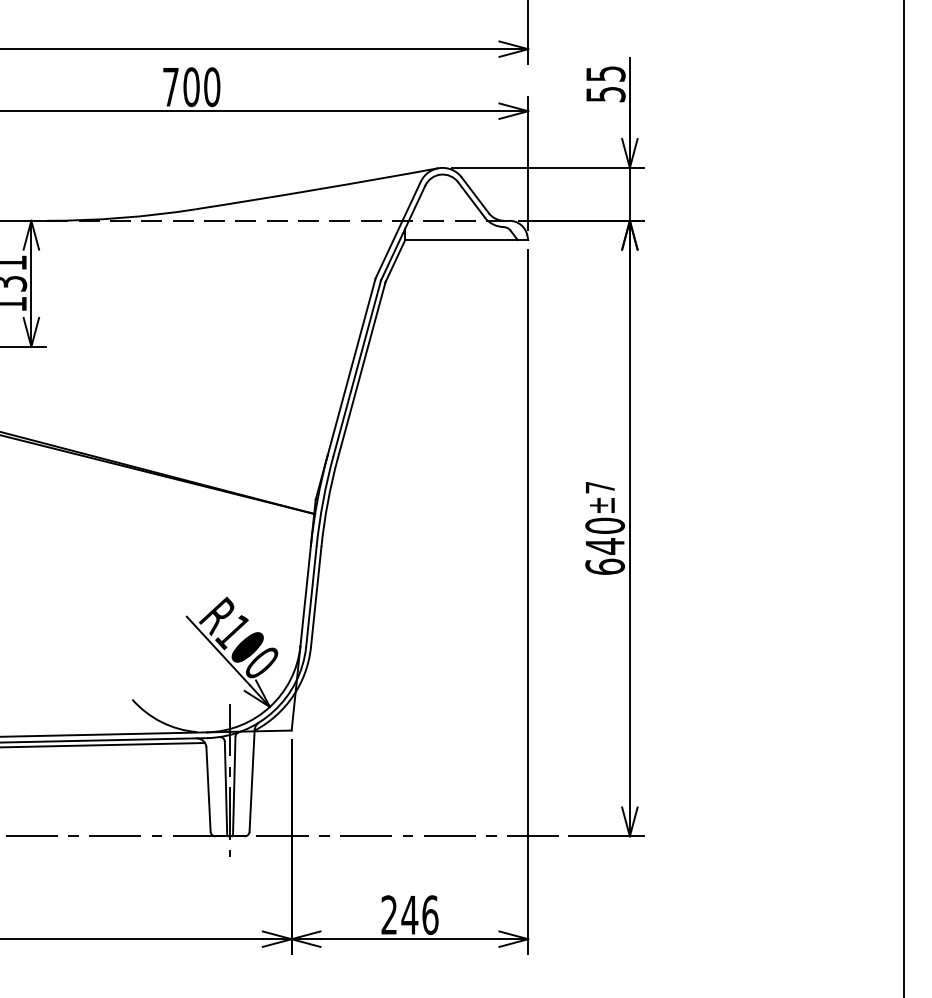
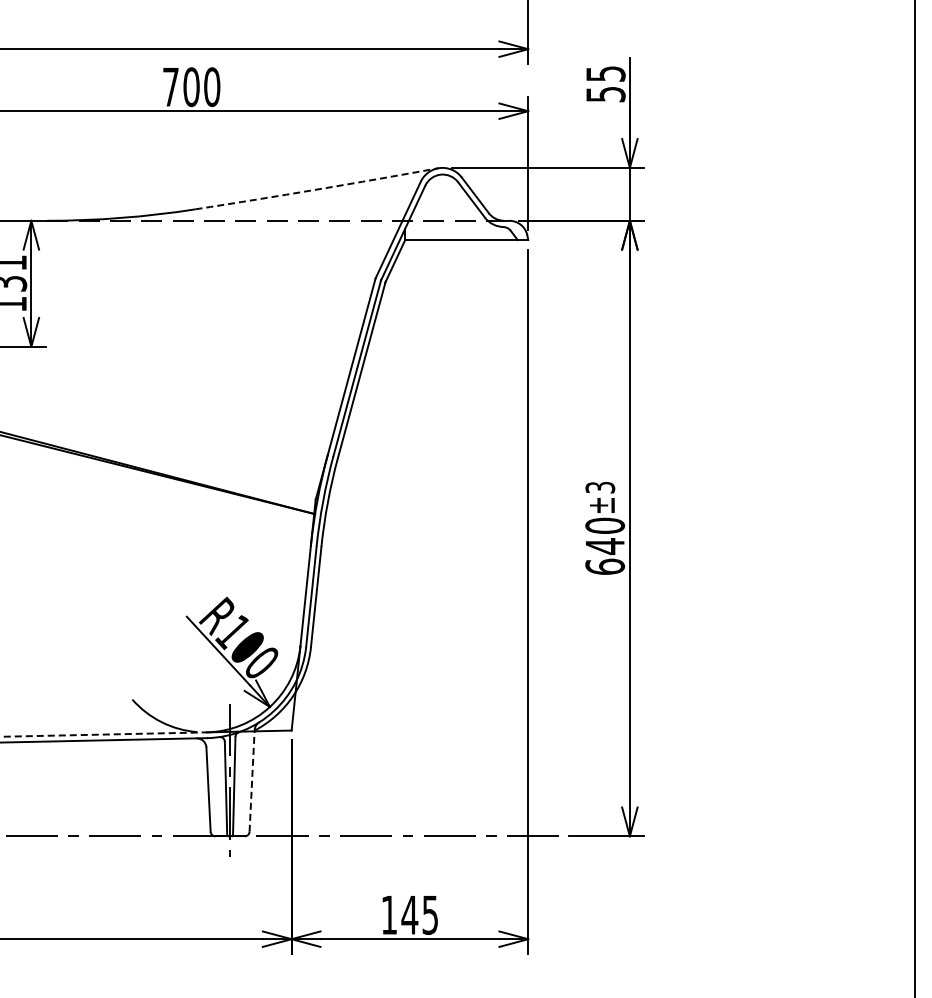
arc at (317, 189): solid -> dashed
text at (600, 487): ±7 -> ±3
line at (903, 498) position: (903, 498) -> (914, 498)
line at (103, 734): solid -> dashed
line at (103, 745): present -> none
line at (252, 780): solid -> dashed
text at (409, 915): 246 -> 145
